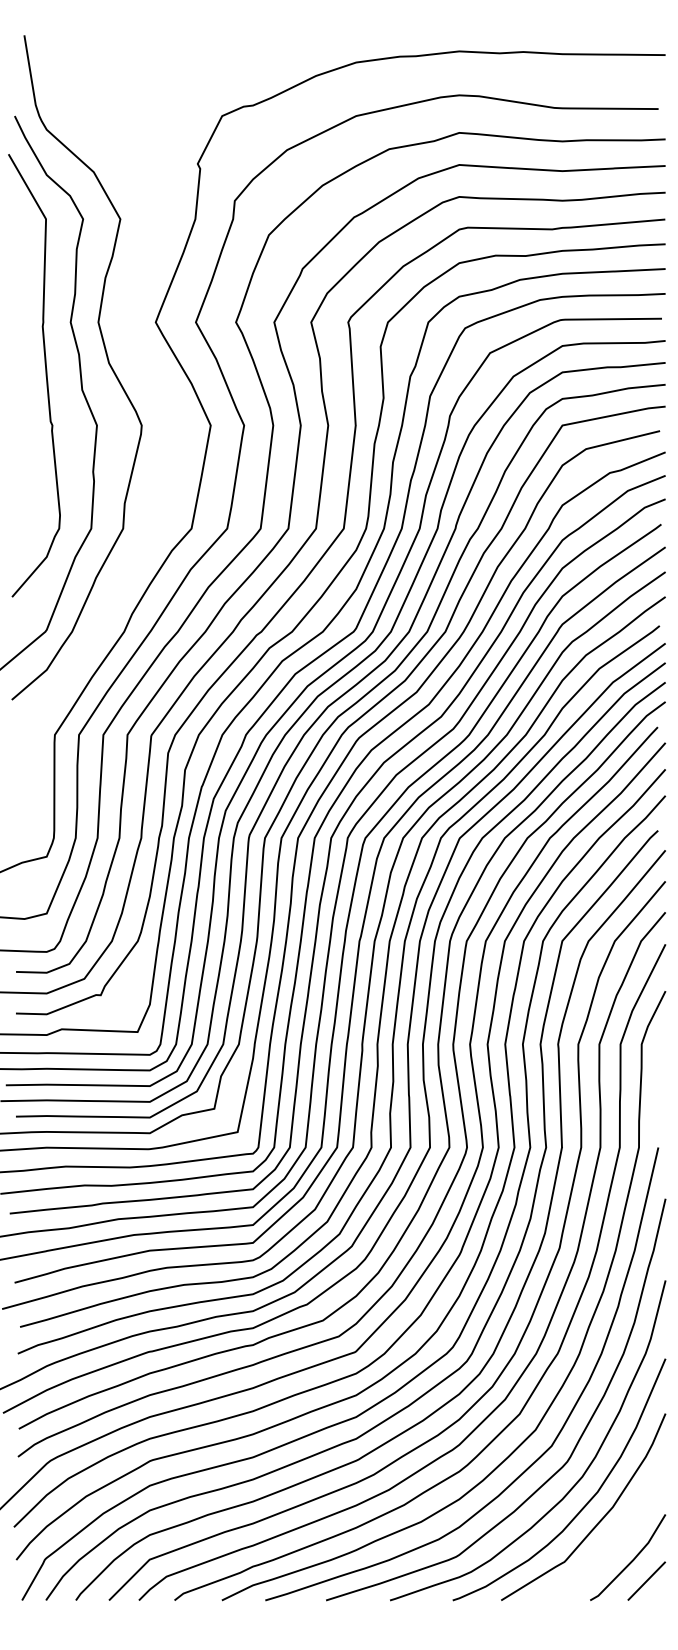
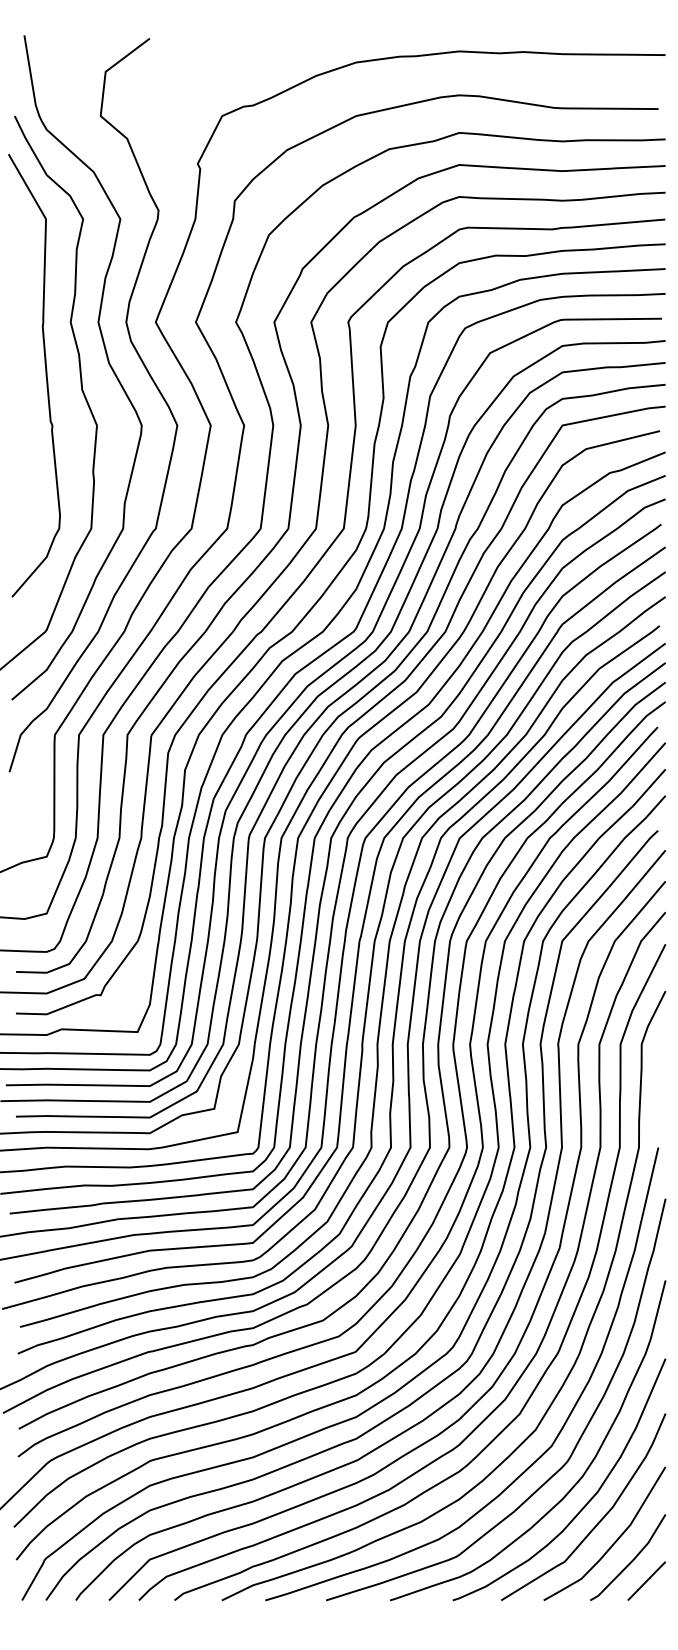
curve at (146, 371): none -> present
curve at (613, 1542): none -> present
